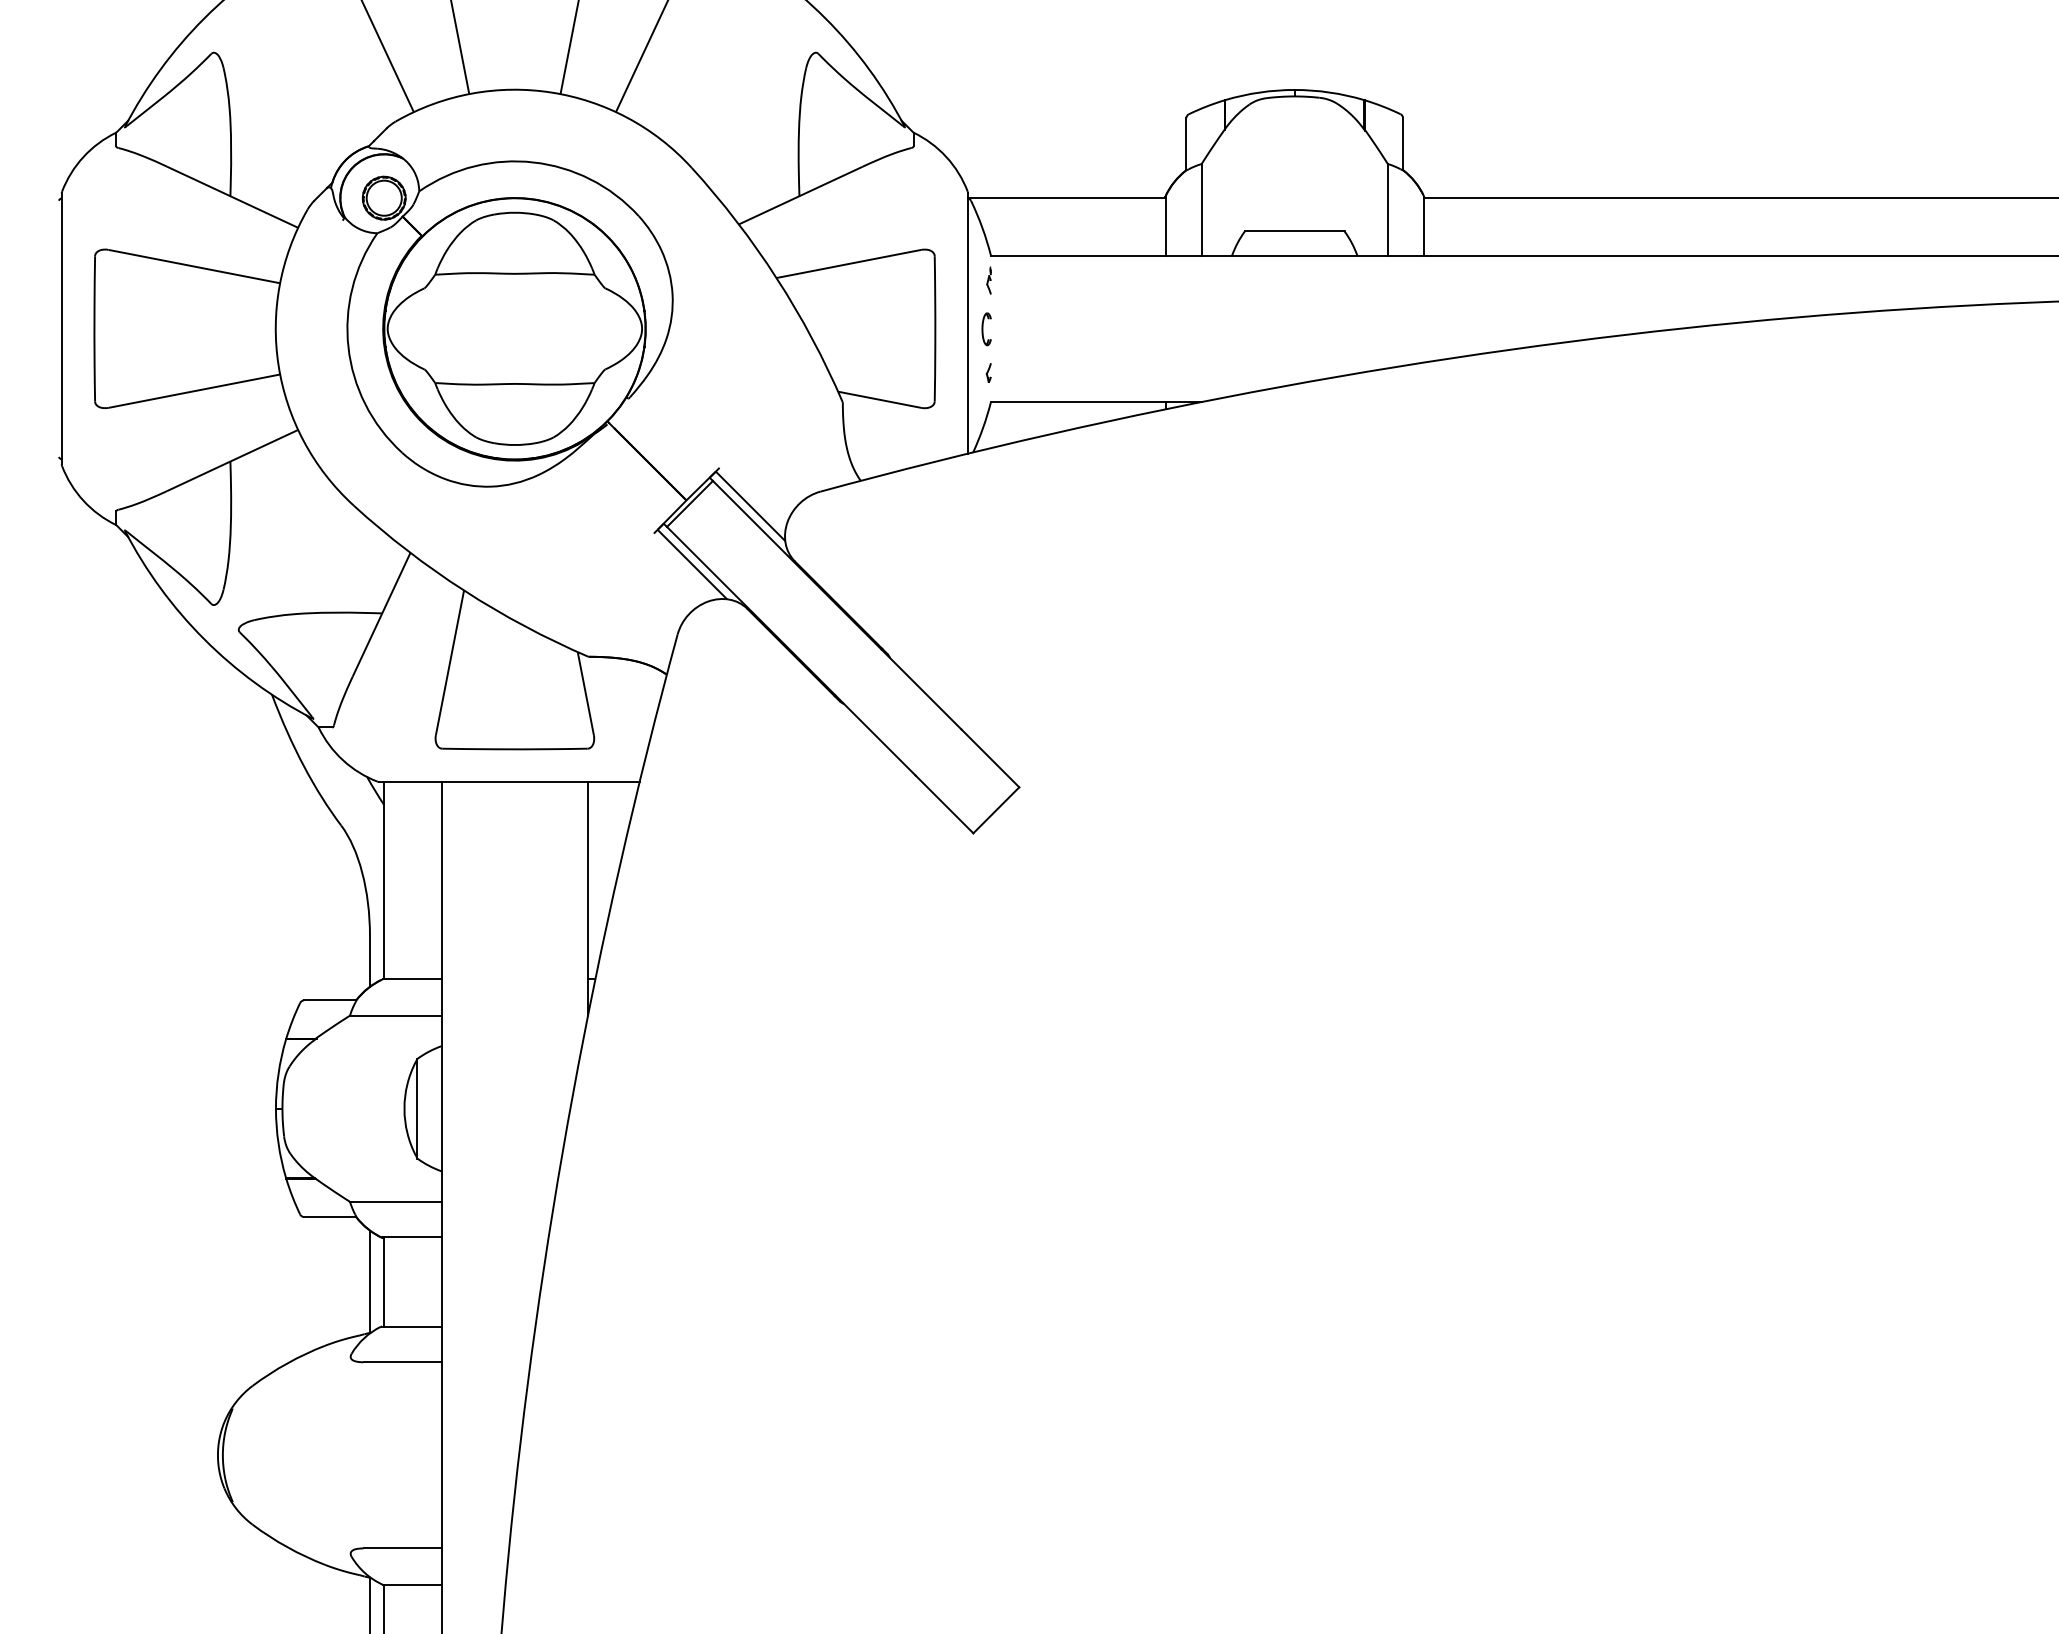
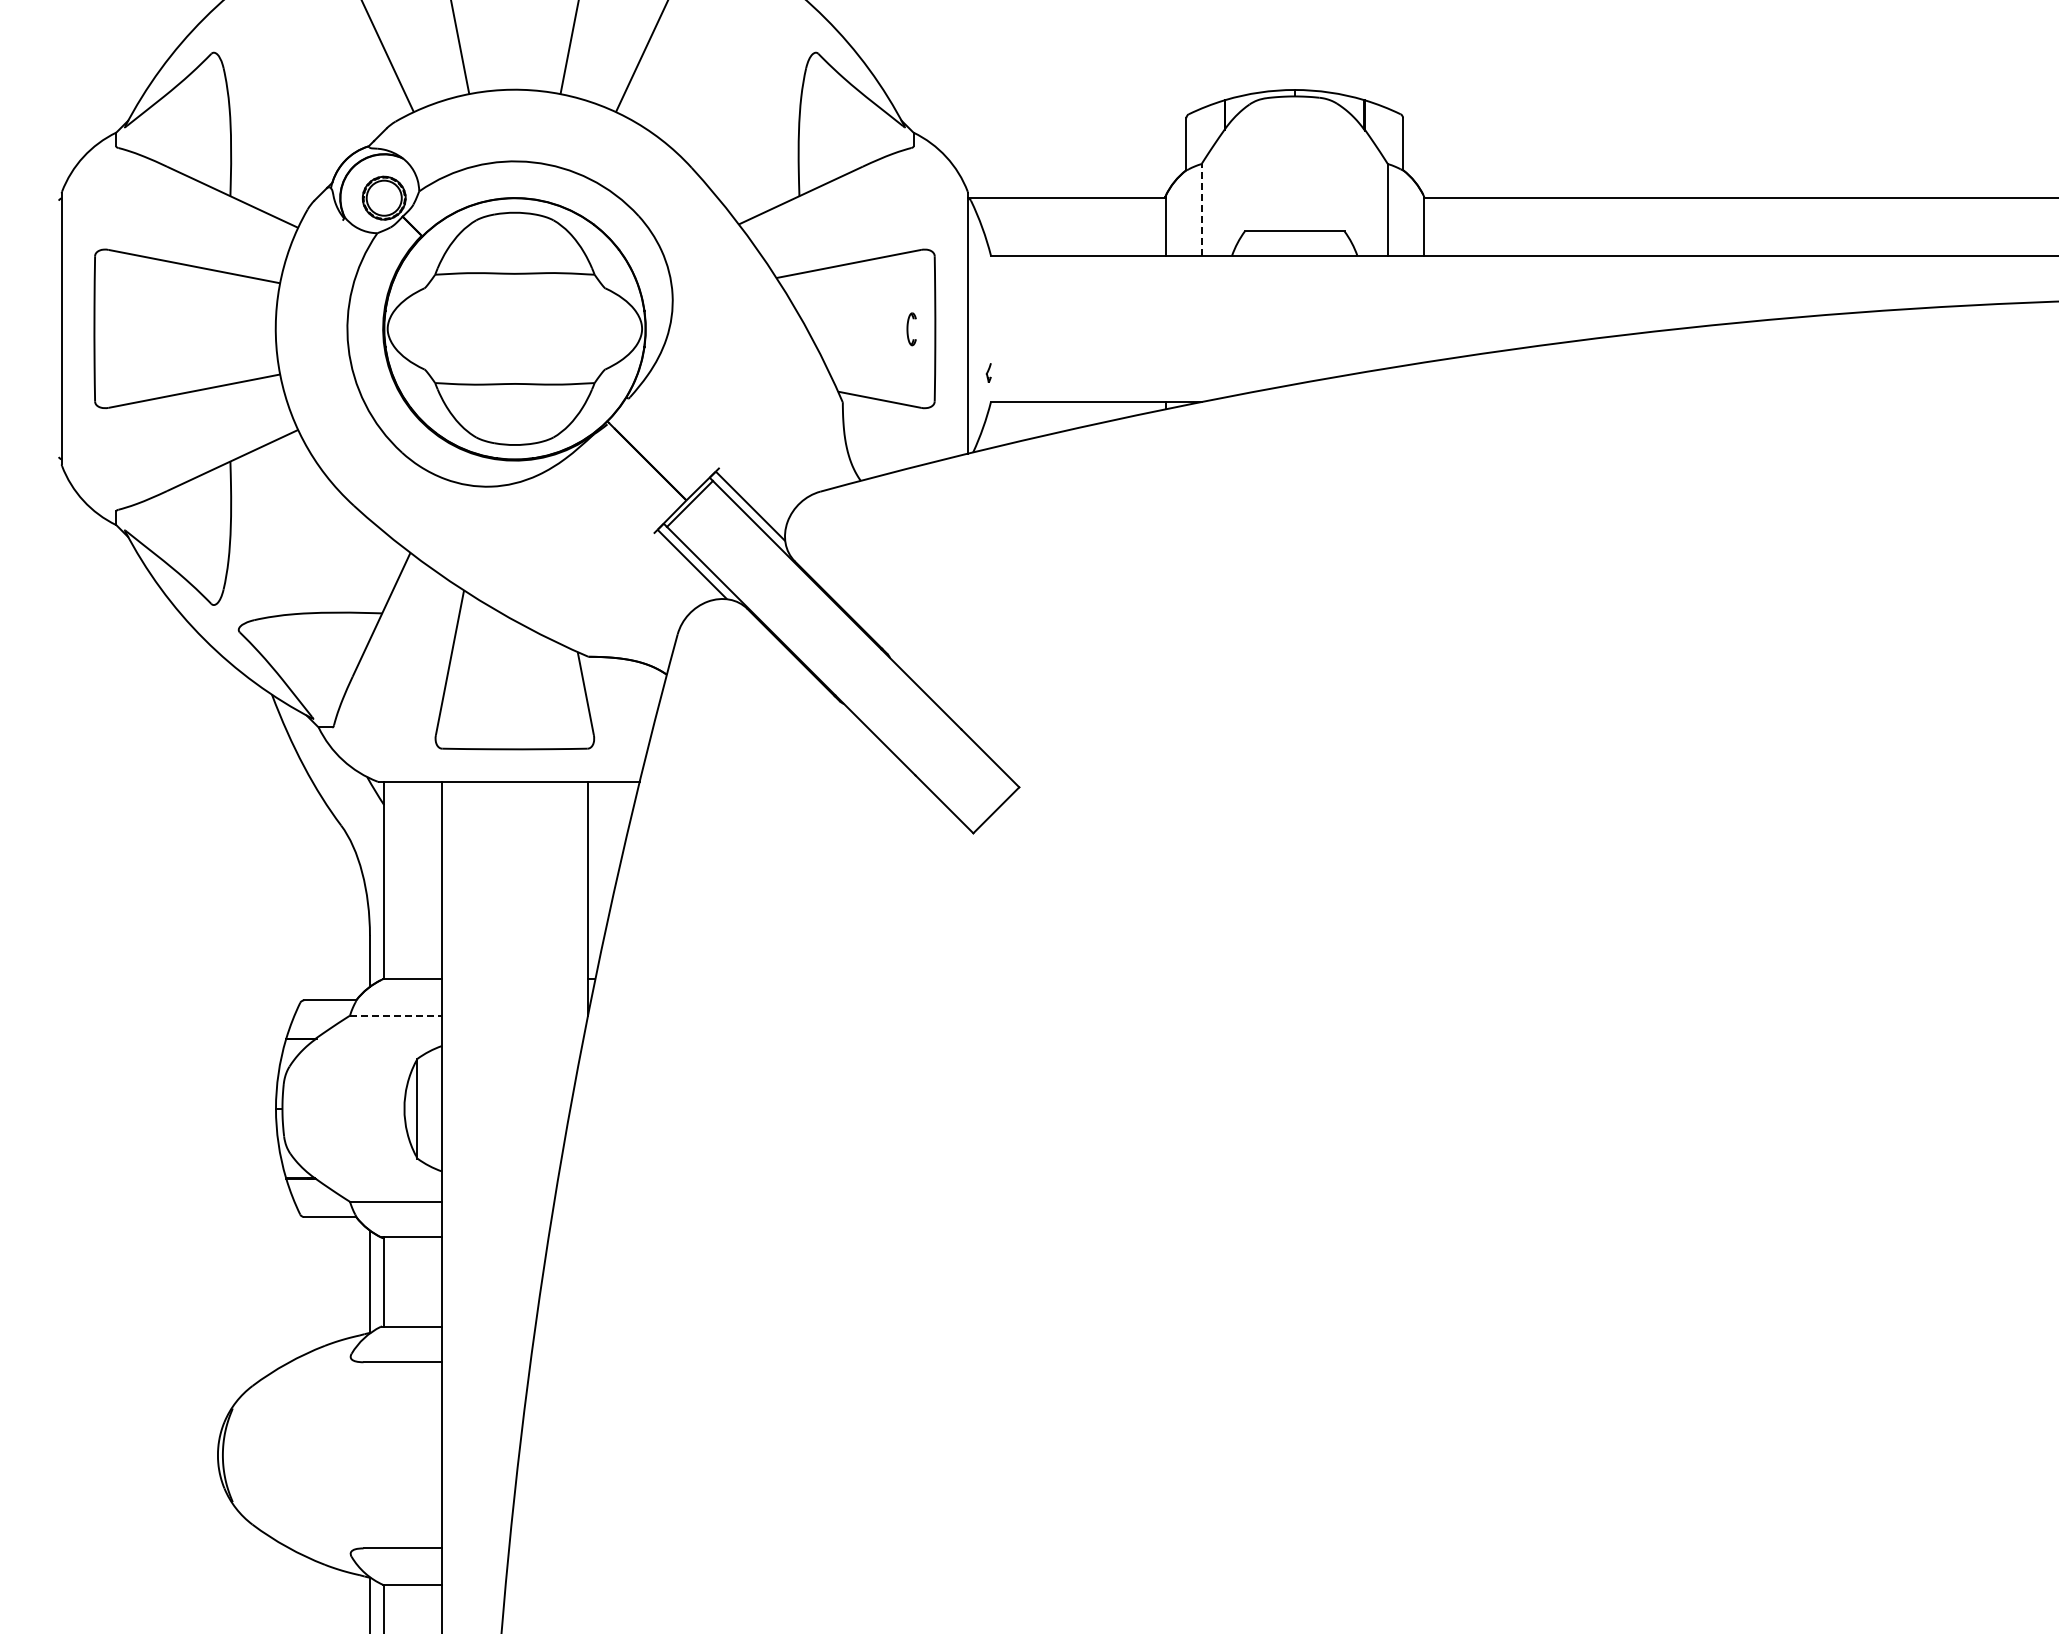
line at (1201, 209): solid -> dashed
part at (988, 280): present -> none
part at (986, 329) position: (986, 329) -> (911, 329)
line at (395, 1015): solid -> dashed
